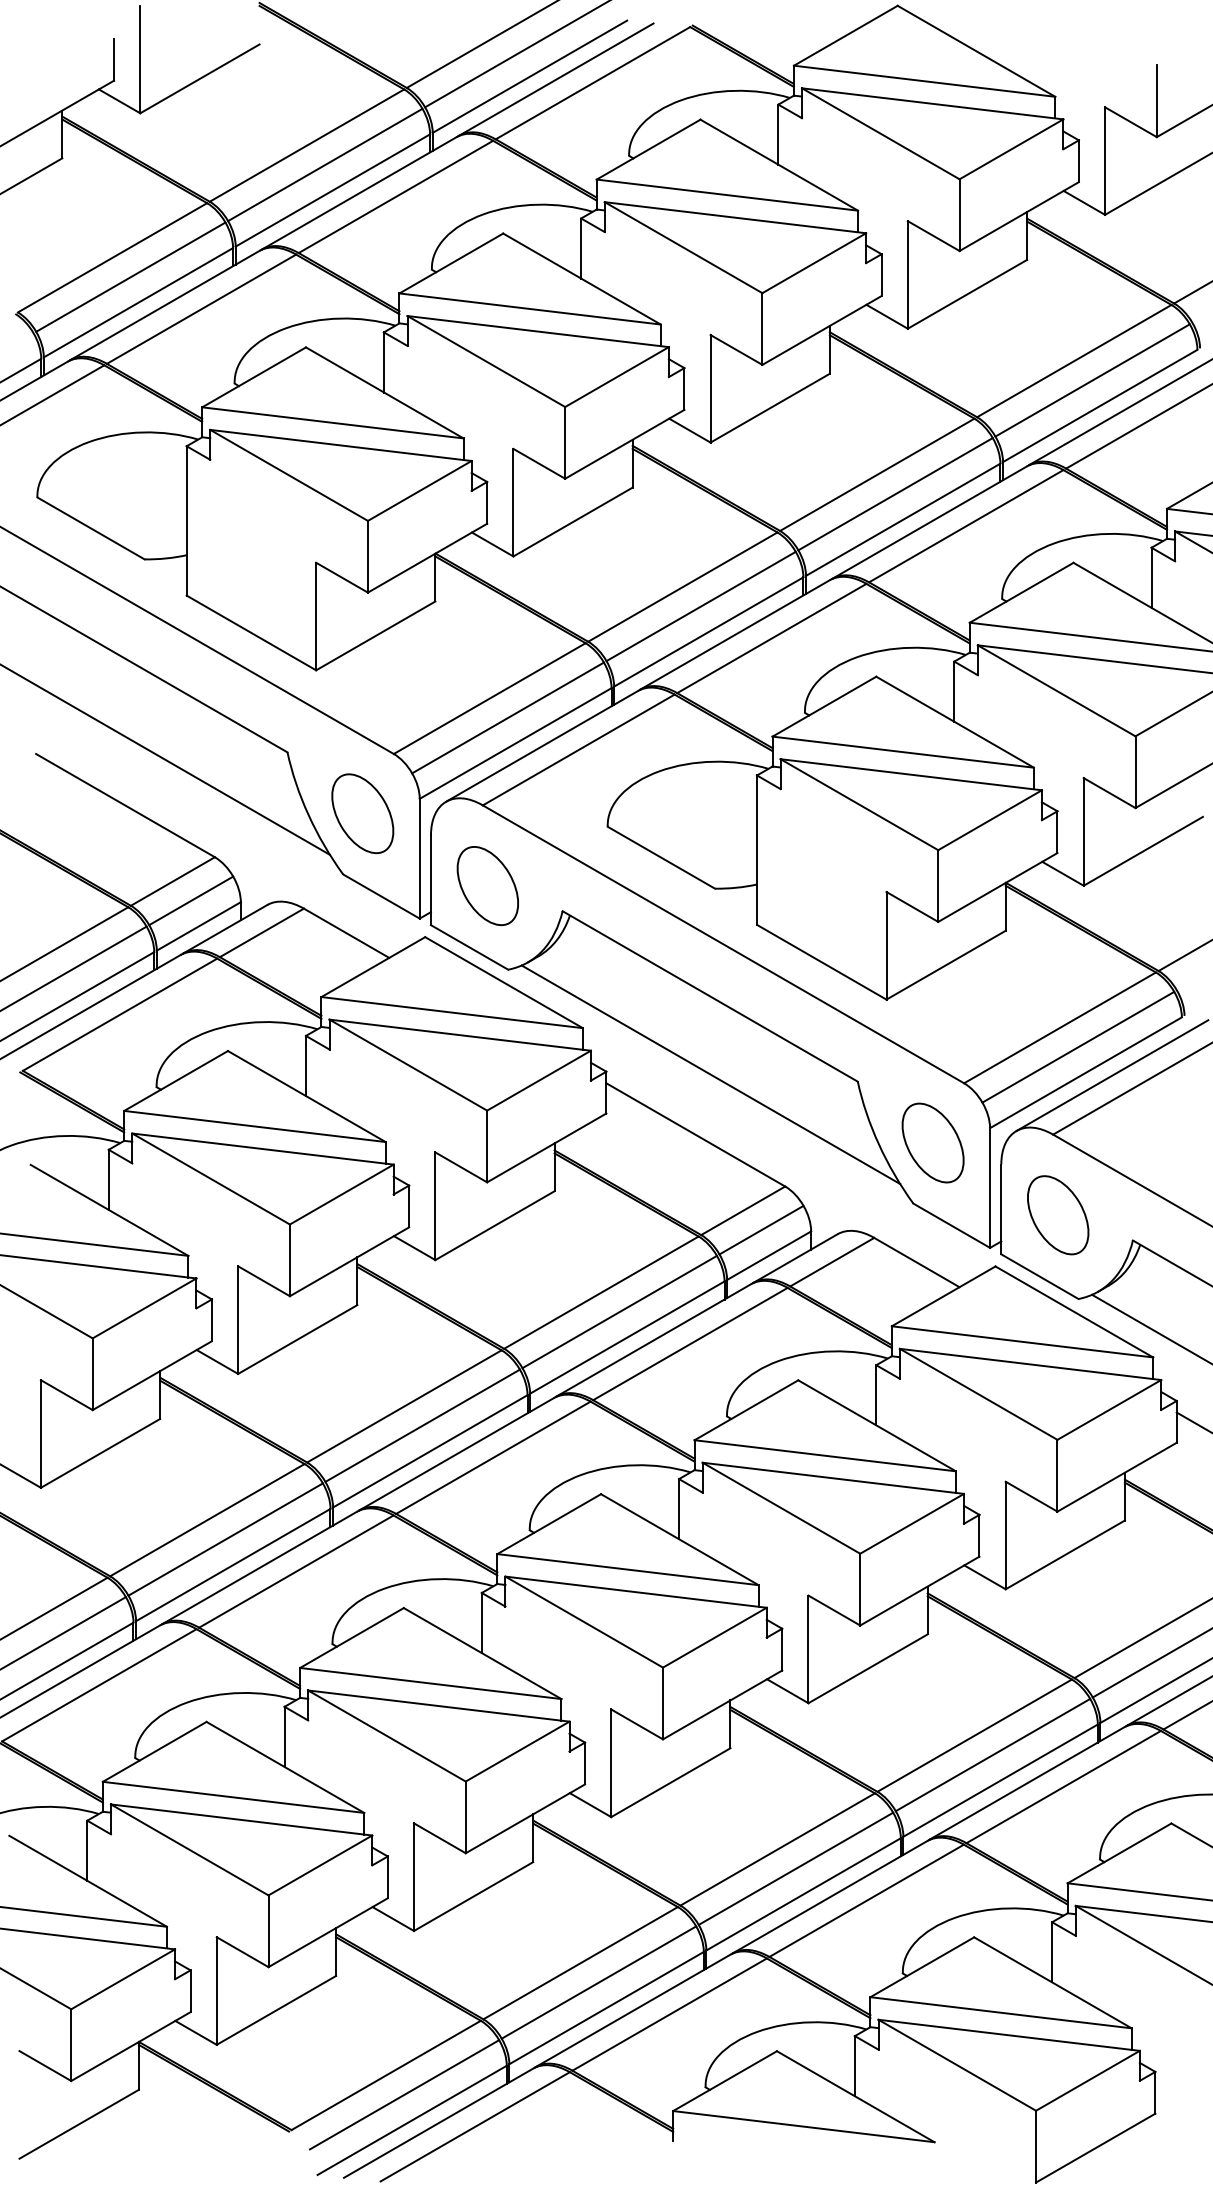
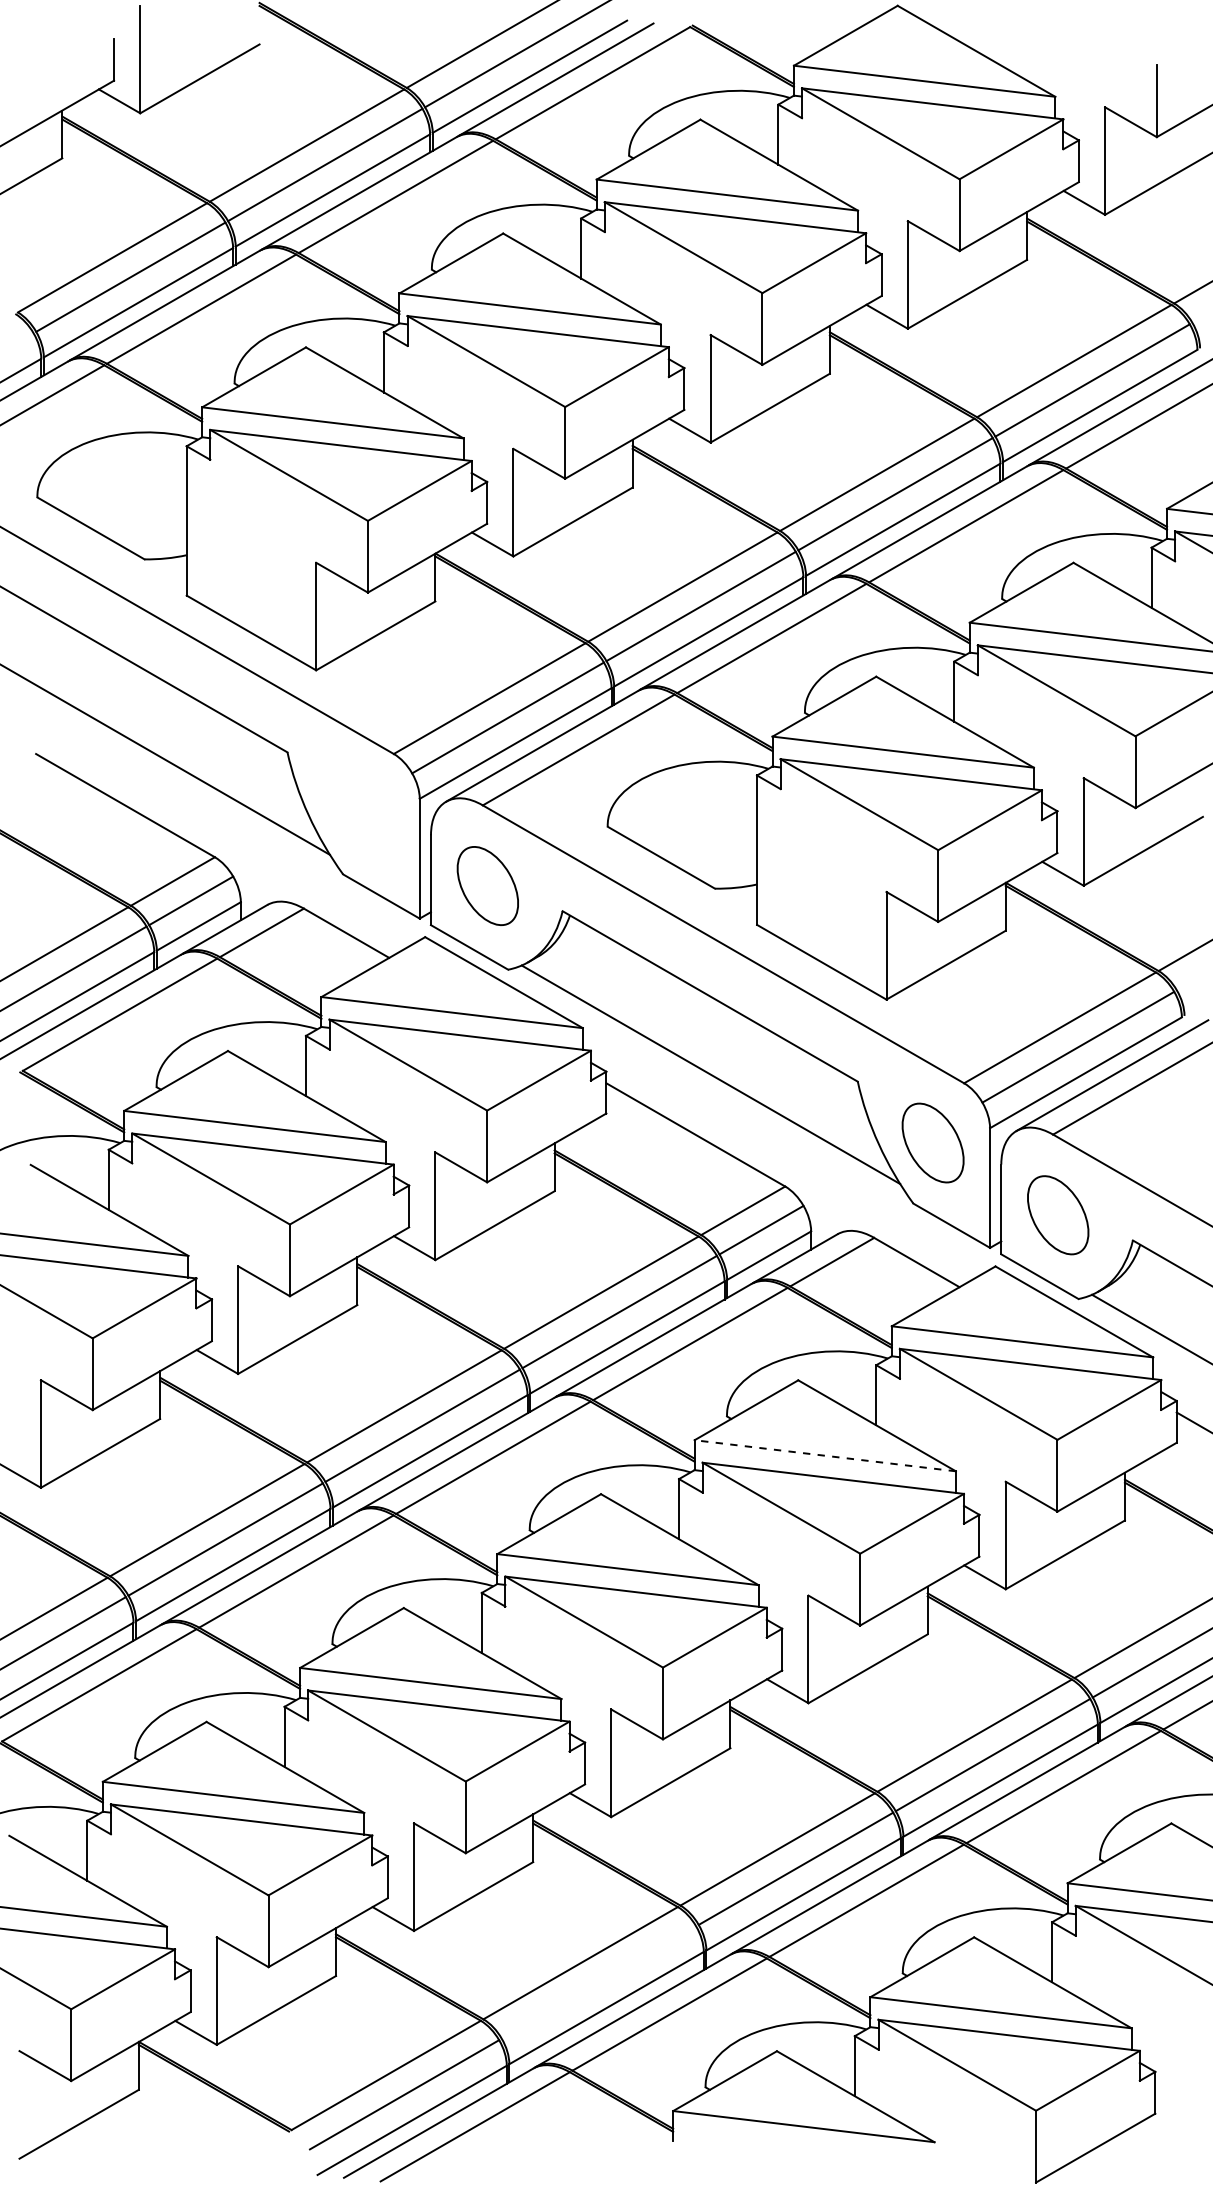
part at (362, 813): present -> none
line at (825, 1455): solid -> dashed
line at (598, 1982): present -> none
